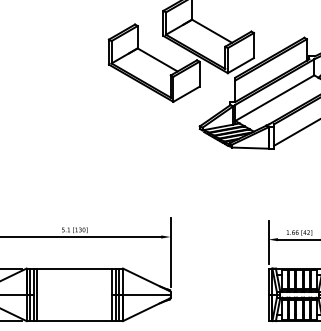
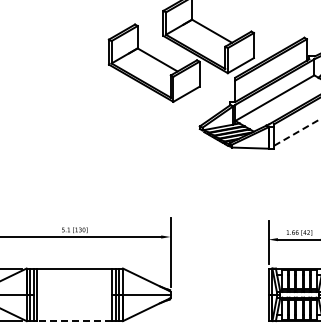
line at (297, 132): solid -> dashed
line at (74, 321): solid -> dashed
